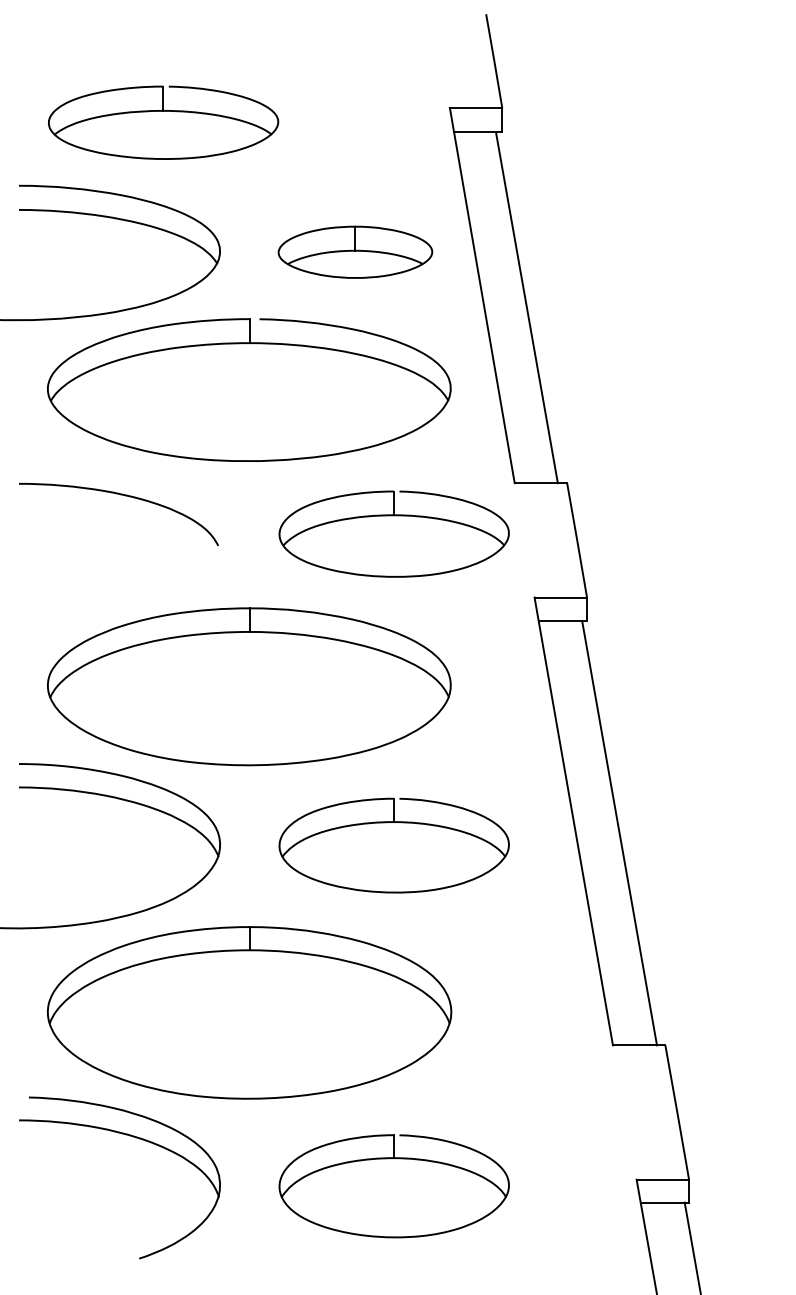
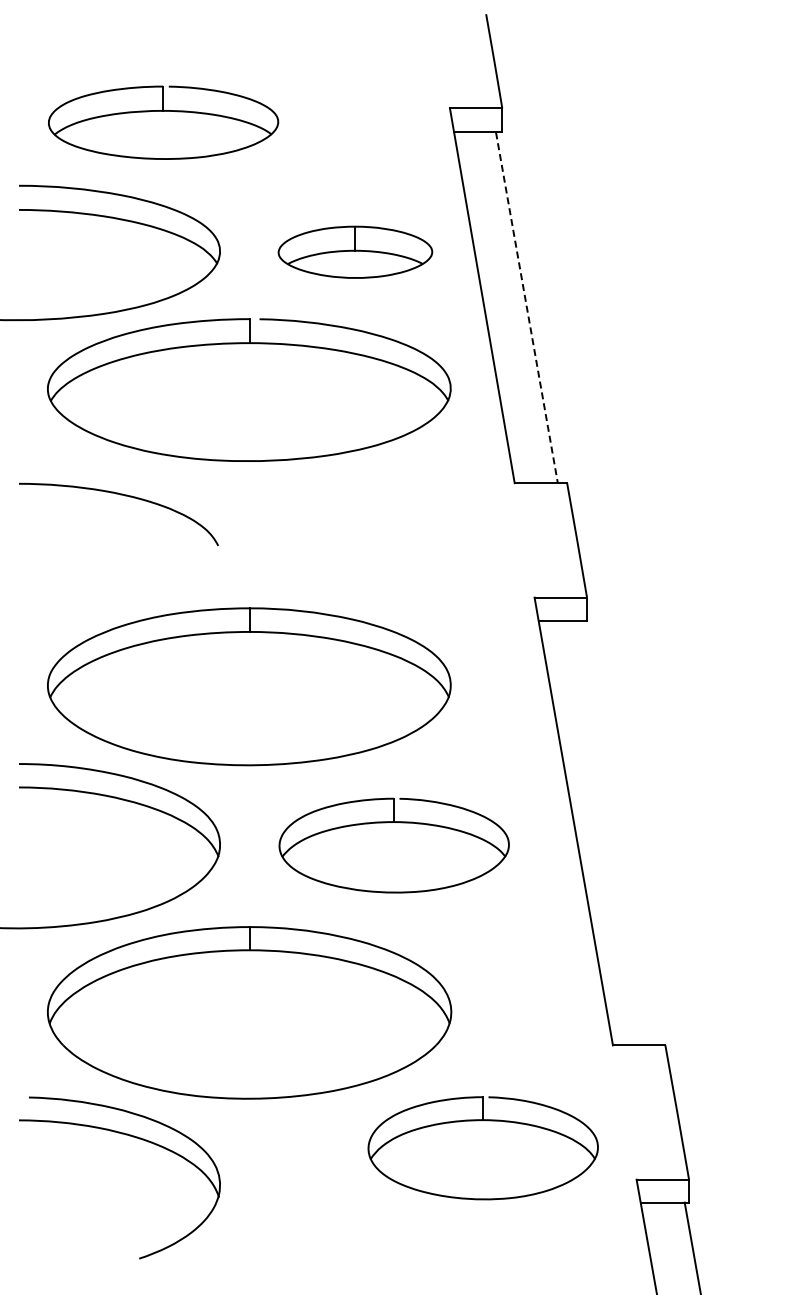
line at (527, 308): solid -> dashed
part at (393, 533): present -> none
line at (619, 833): present -> none
part at (393, 1186) position: (393, 1186) -> (482, 1148)
